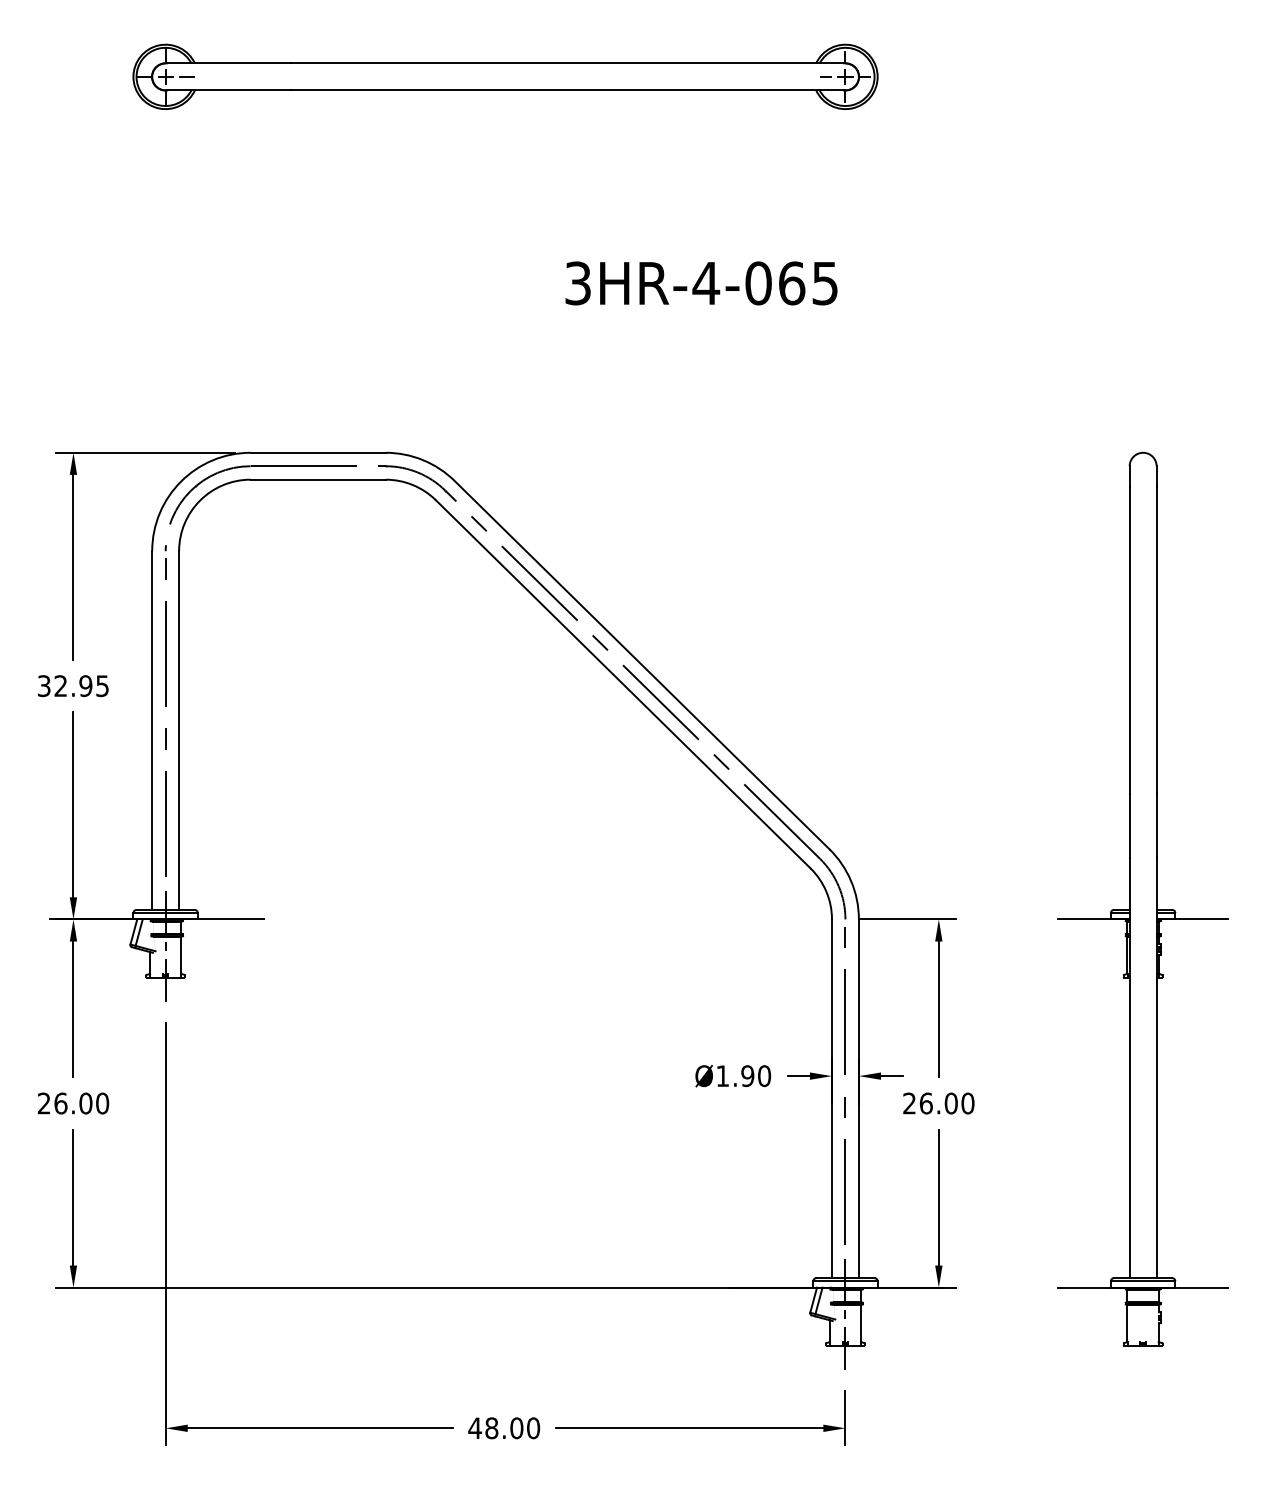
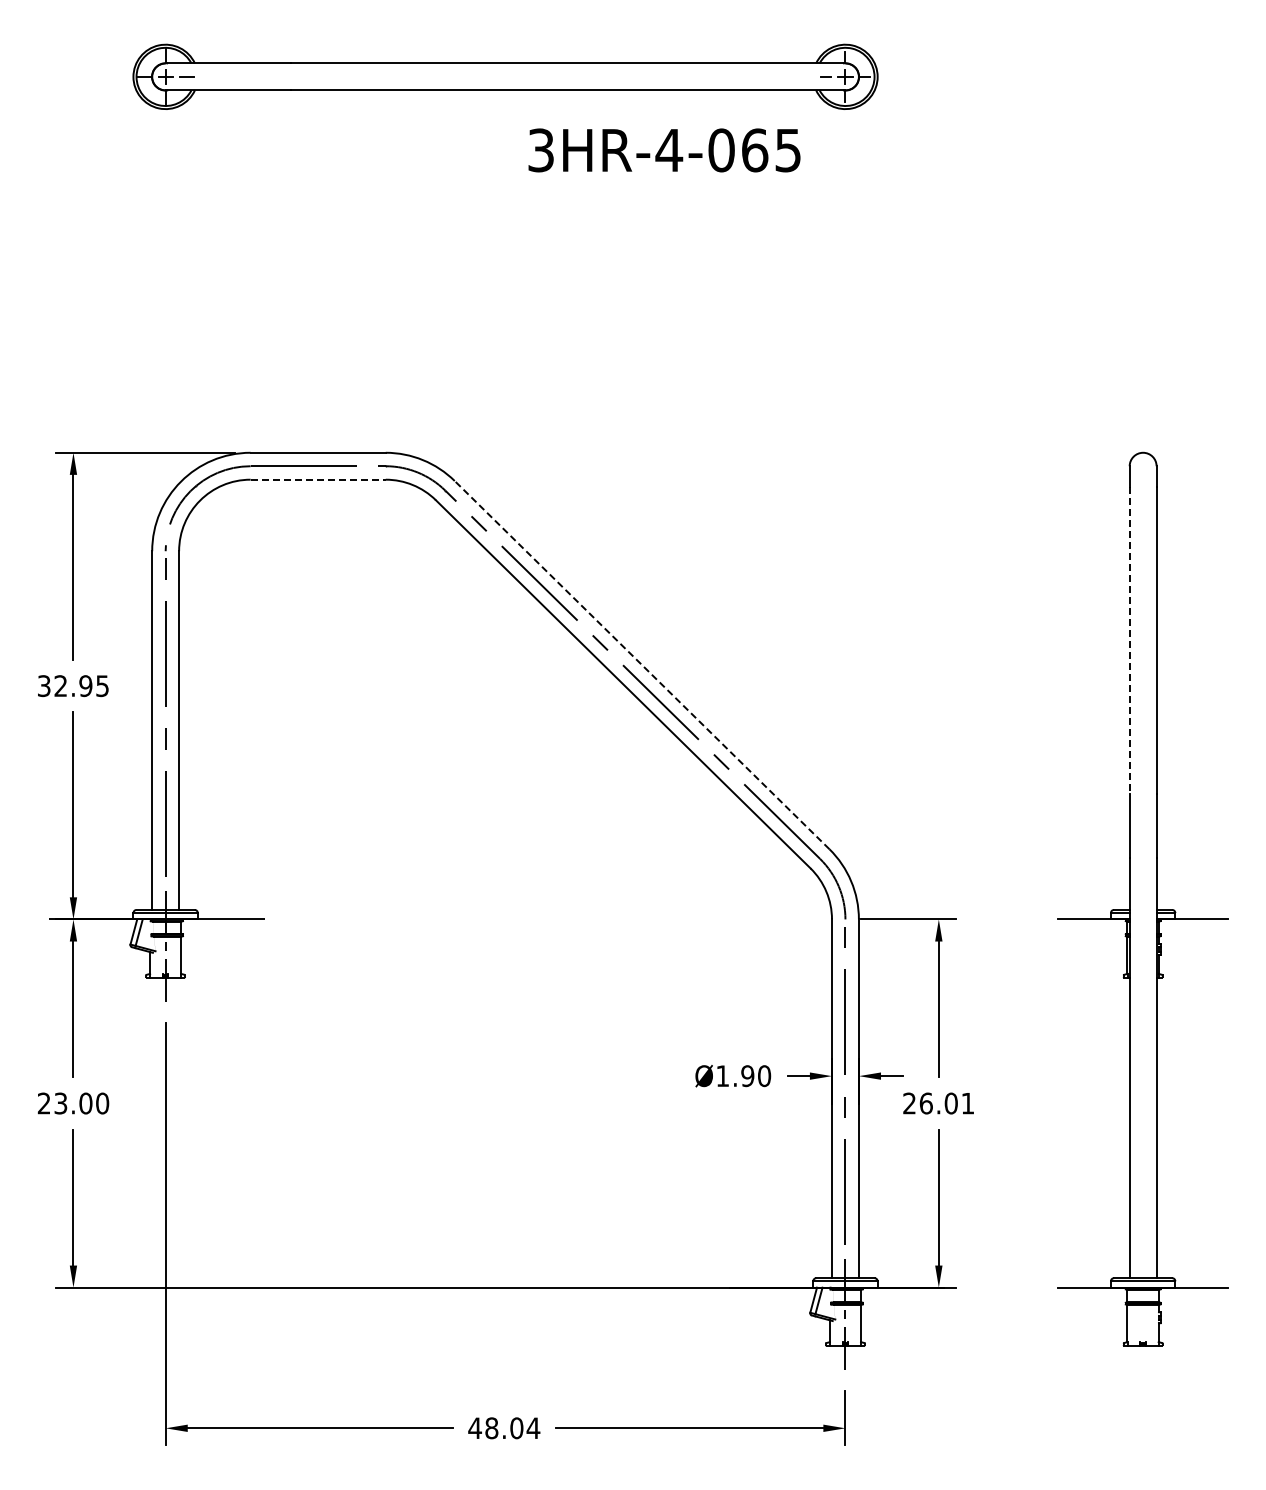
text at (701, 283) position: (701, 283) -> (664, 150)
line at (318, 479): solid -> dashed
line at (1129, 640): solid -> dashed
line at (642, 665): solid -> dashed
text at (60, 1103): 26.00 -> 23.00
text at (967, 1103): 26.00 -> 26.01
text at (533, 1428): 48.00 -> 48.04
